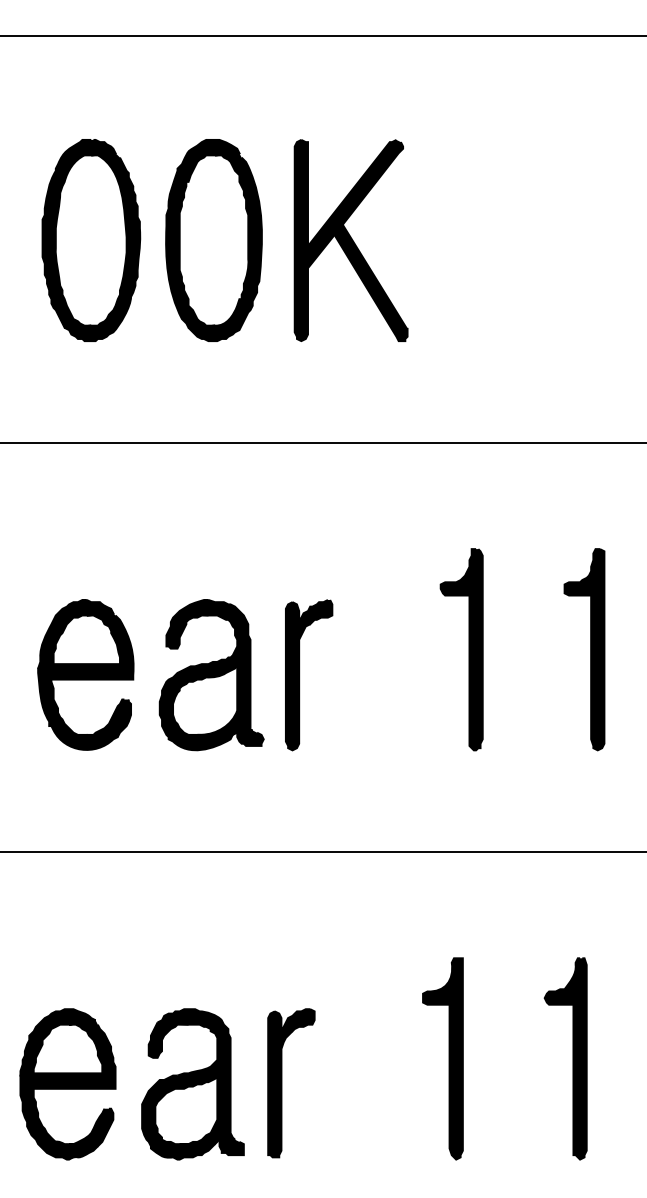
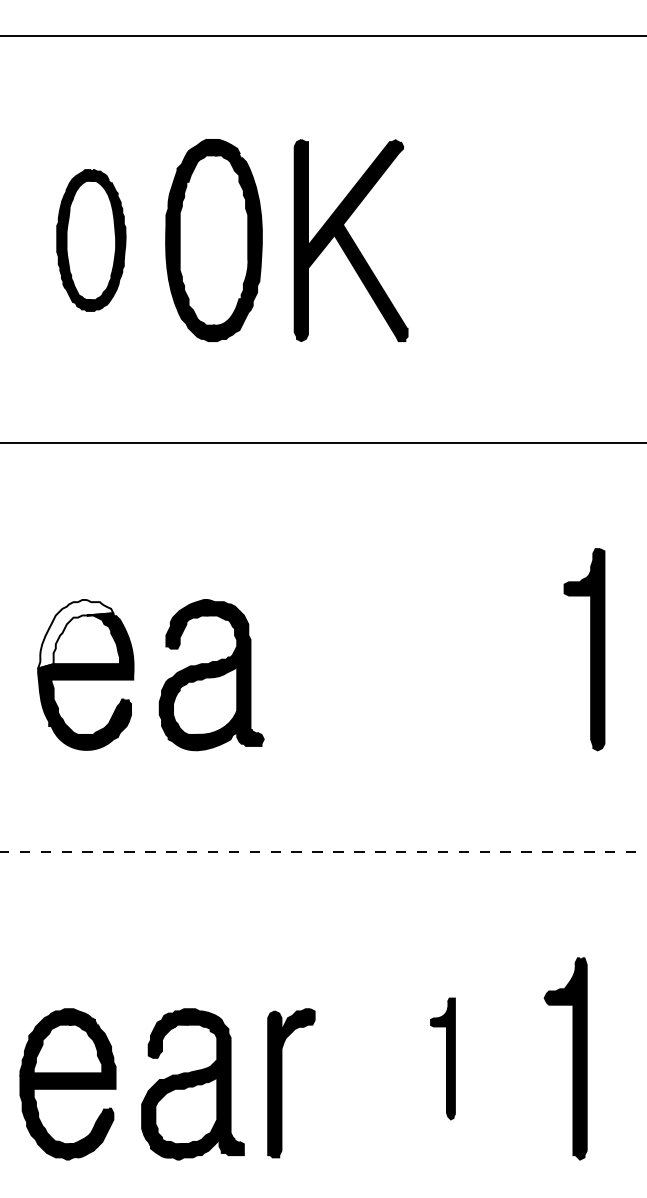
part at (91, 240) size: 101x203 px -> 71x143 px
fill at (75, 633): present -> none
part at (468, 649): present -> none
part at (300, 675): present -> none
line at (324, 852): solid -> dashed
part at (442, 1058) size: 42x204 px -> 26x124 px
